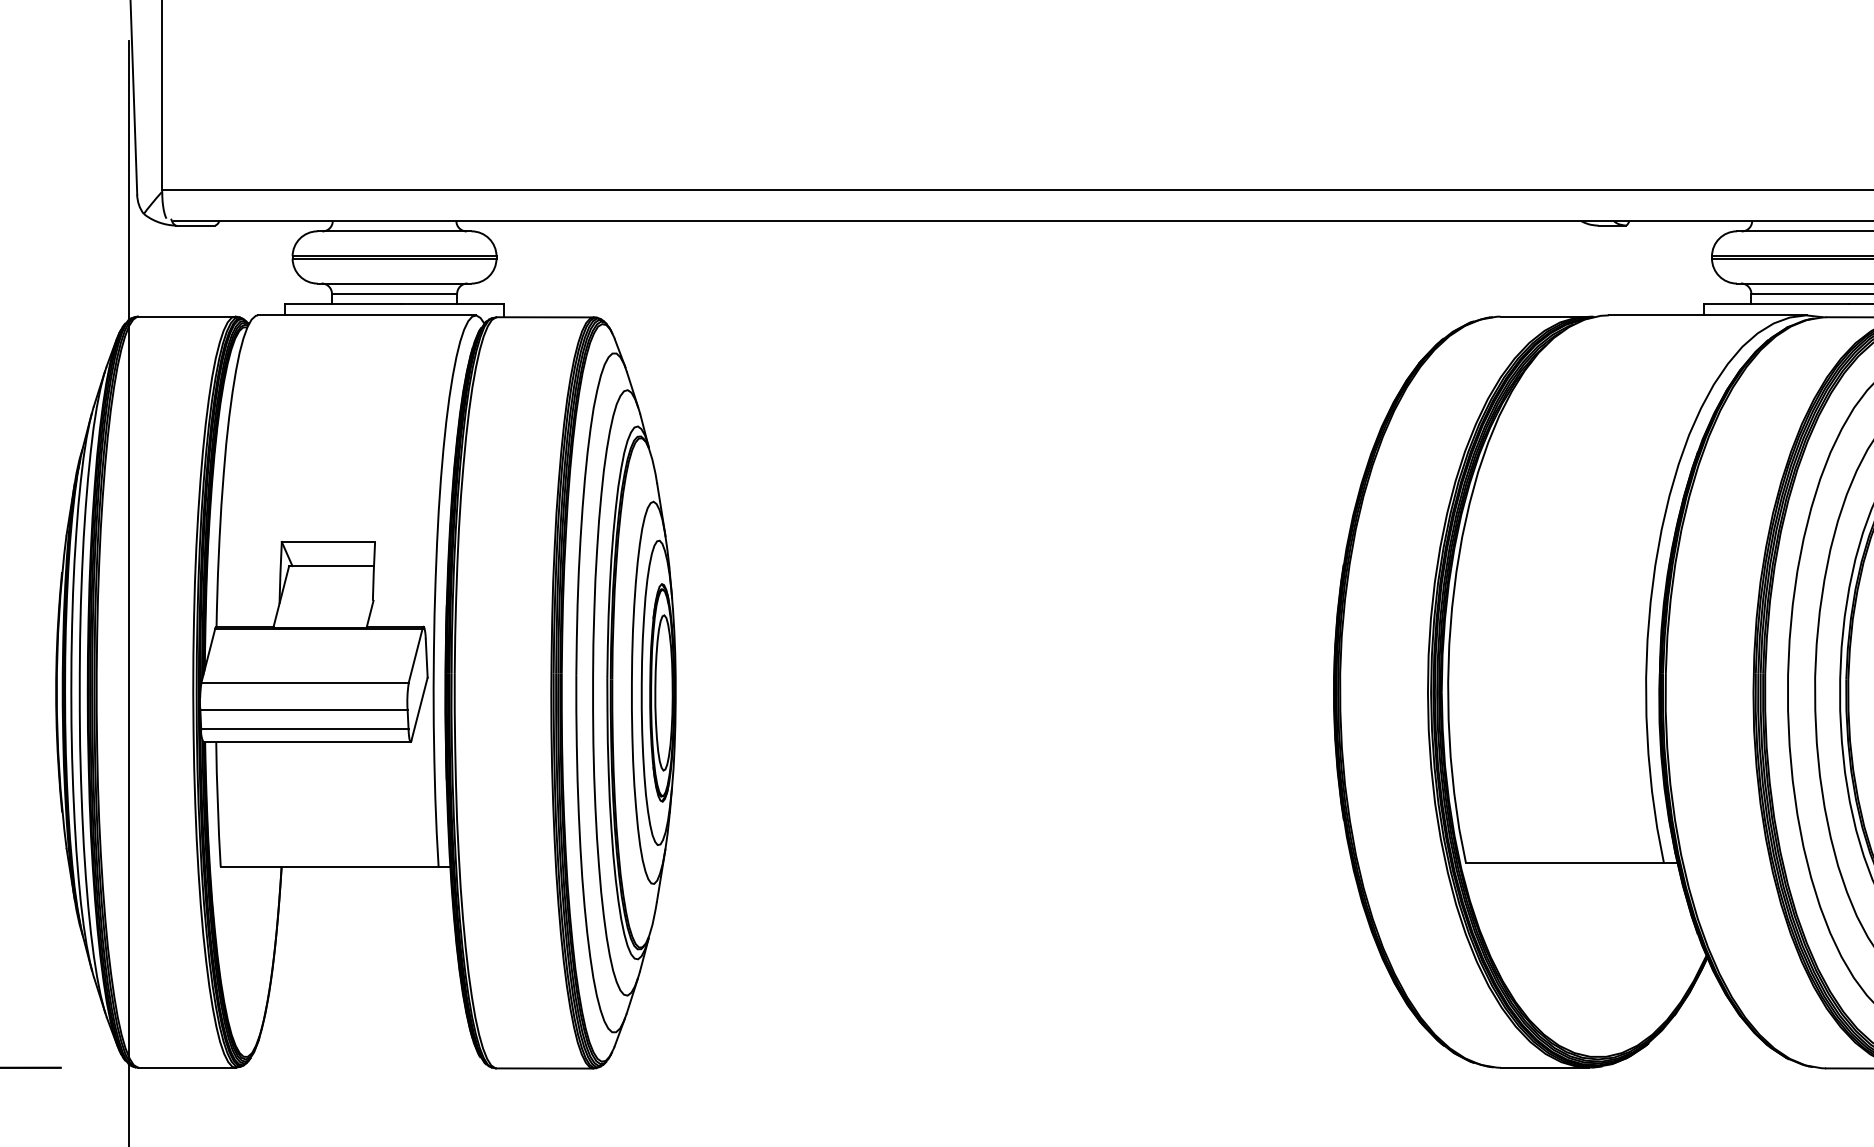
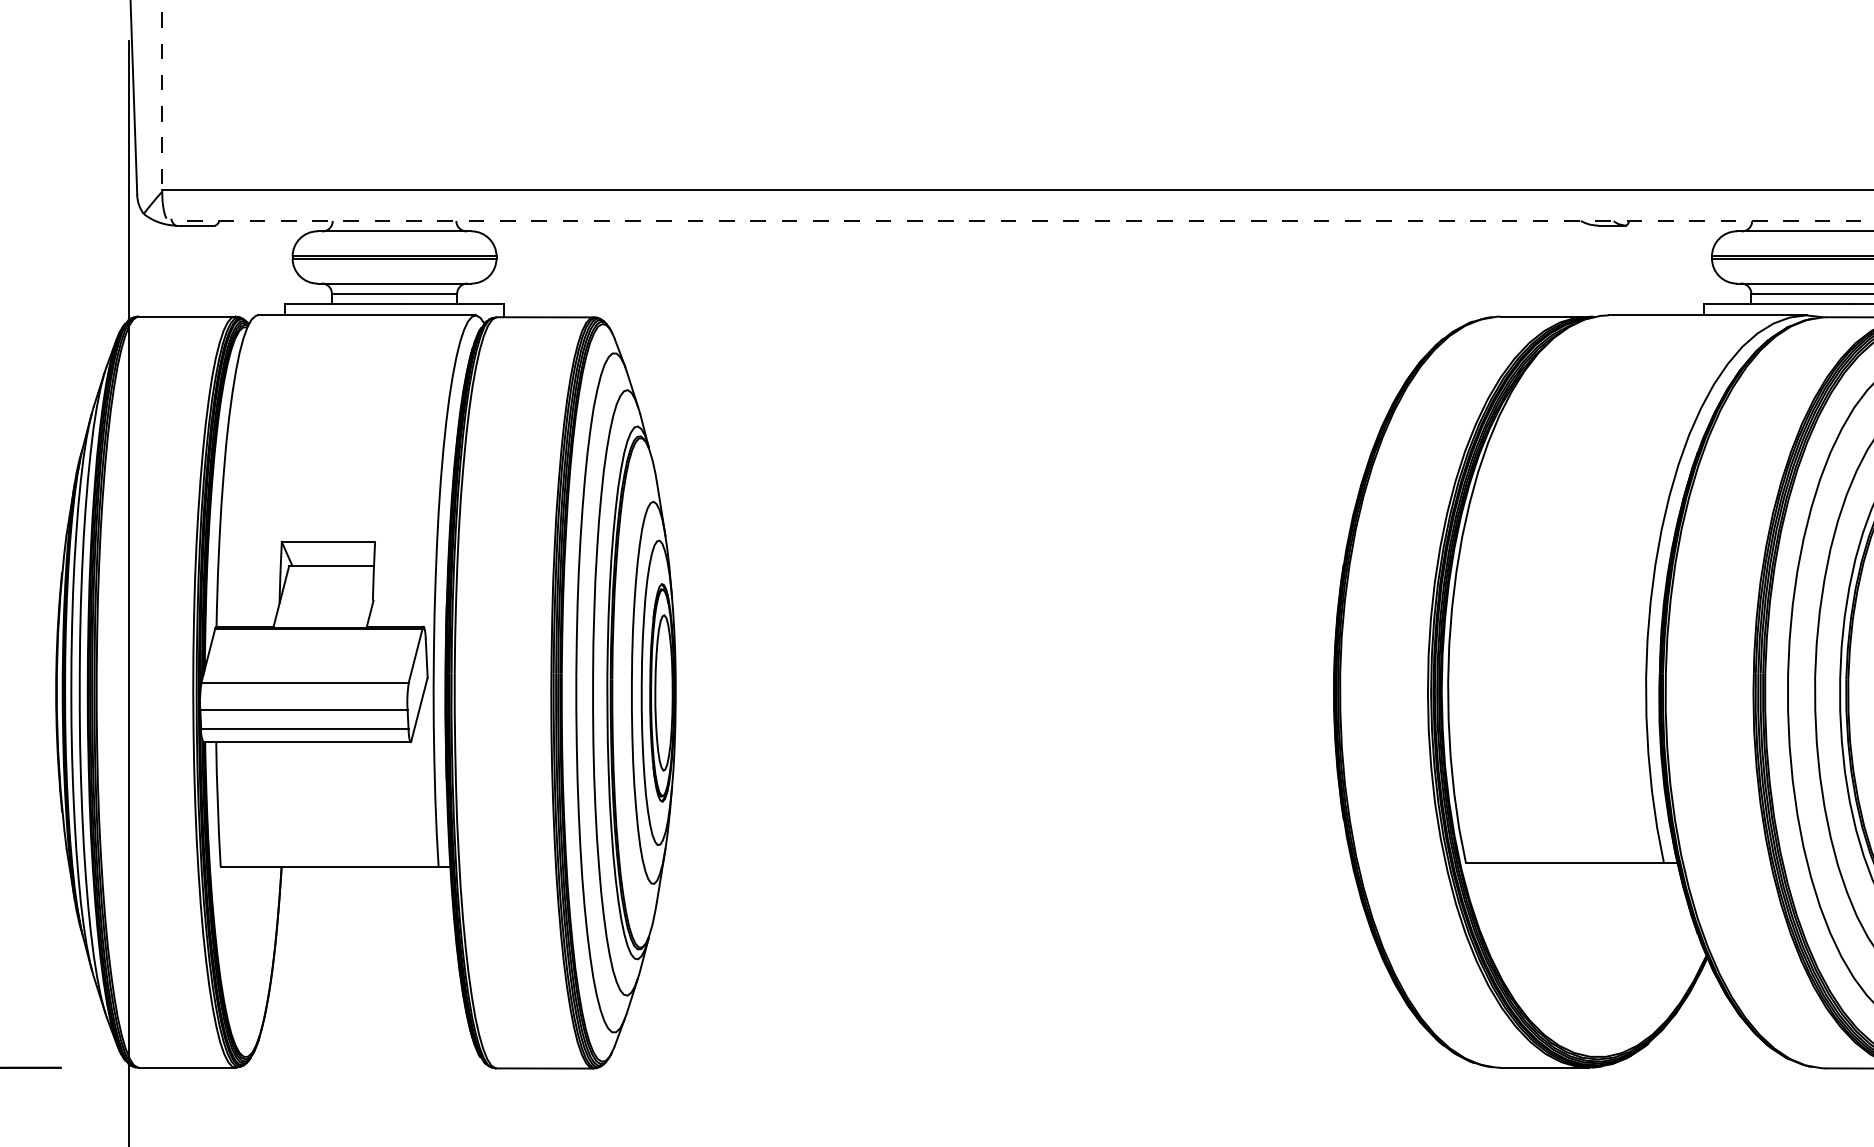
line at (162, 94): solid -> dashed
line at (1023, 221): solid -> dashed
